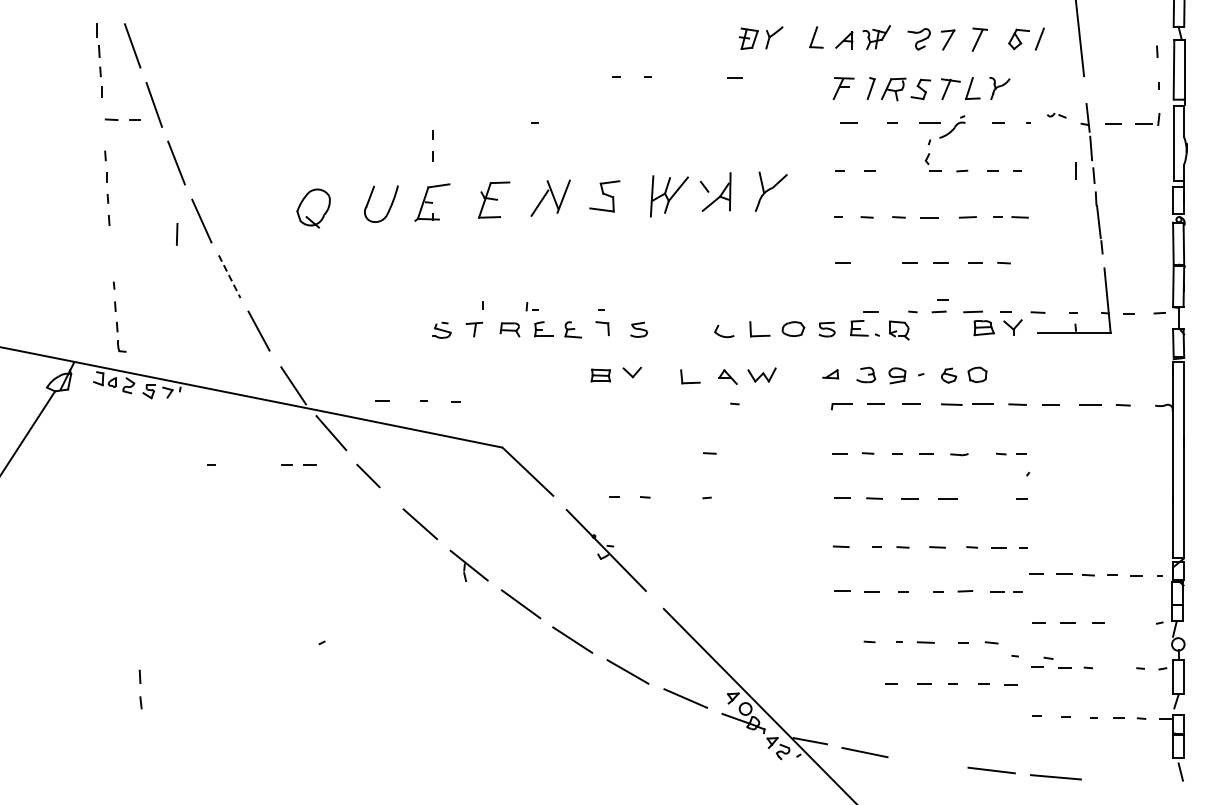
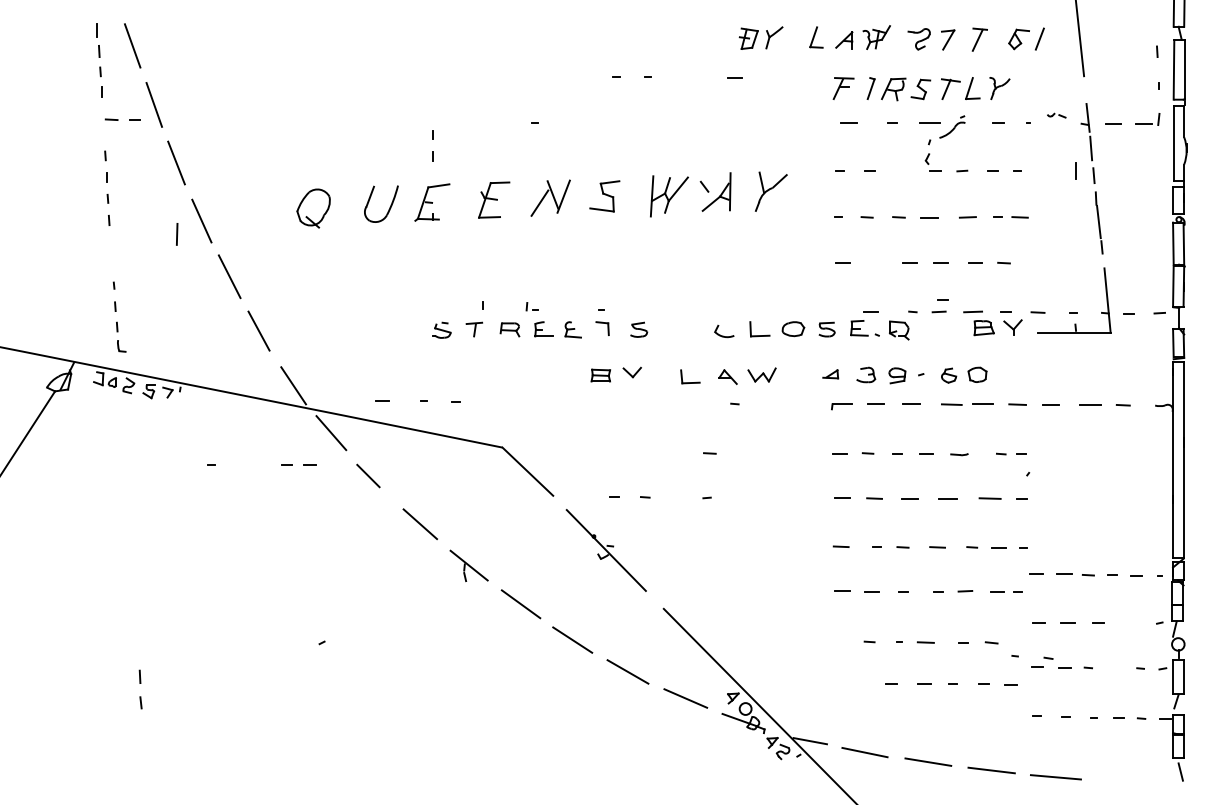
line at (229, 276): dashed -> solid
line at (989, 498): none -> present
line at (928, 761): none -> present
